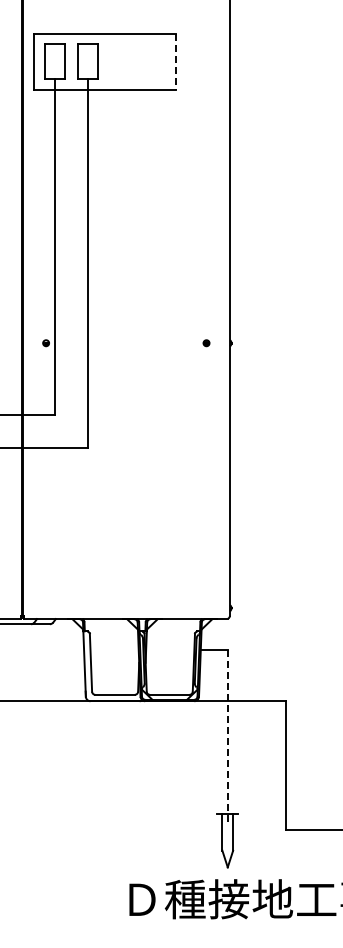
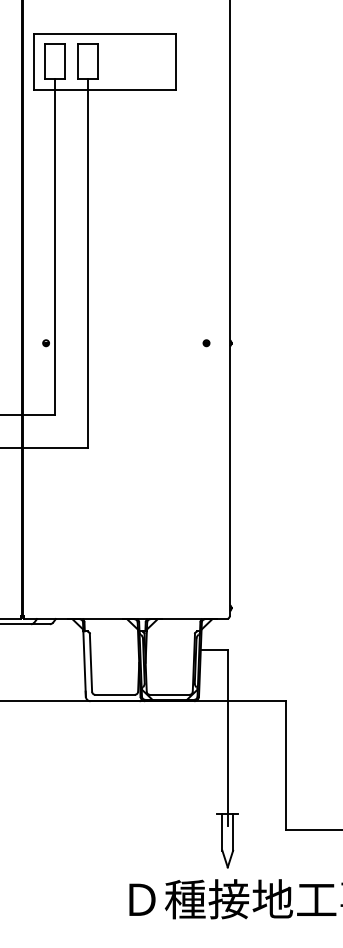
line at (176, 62): dashed -> solid
line at (227, 737): dashed -> solid
